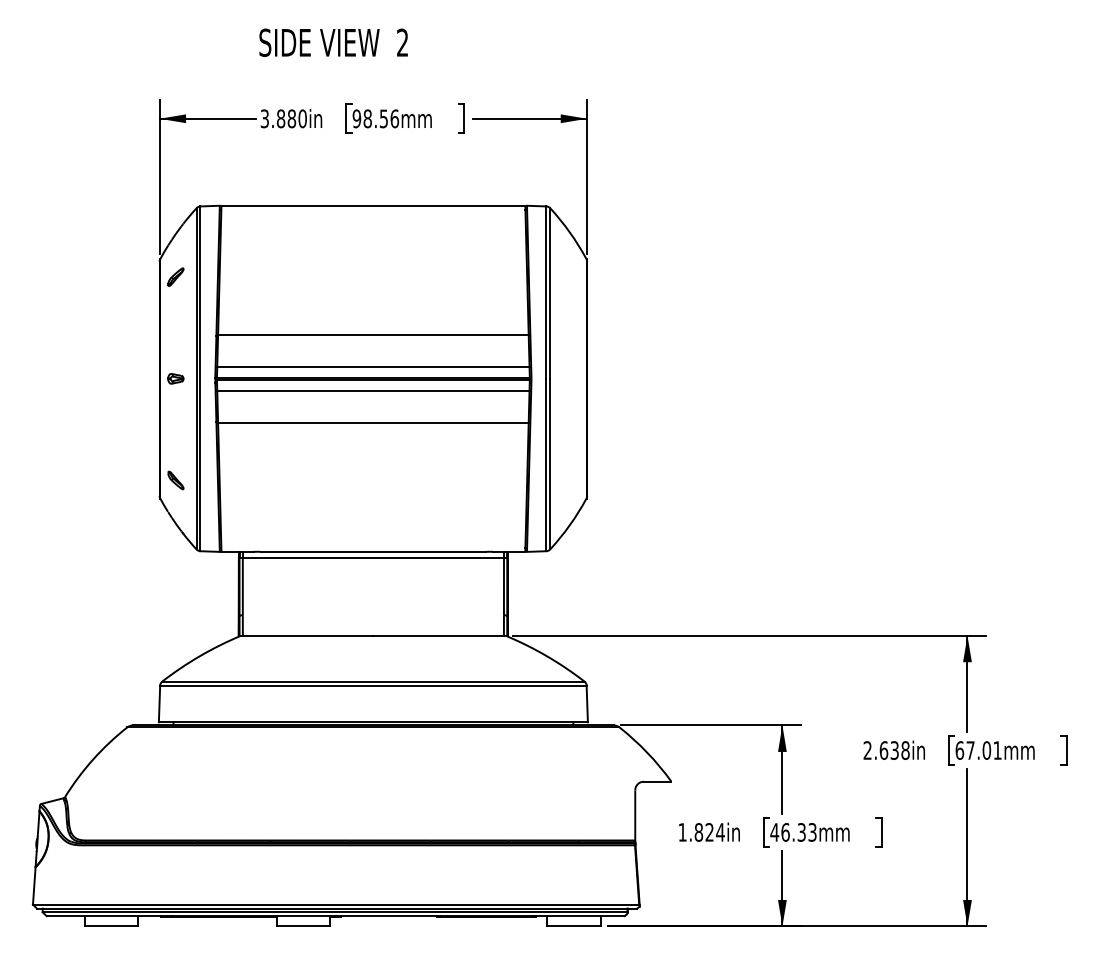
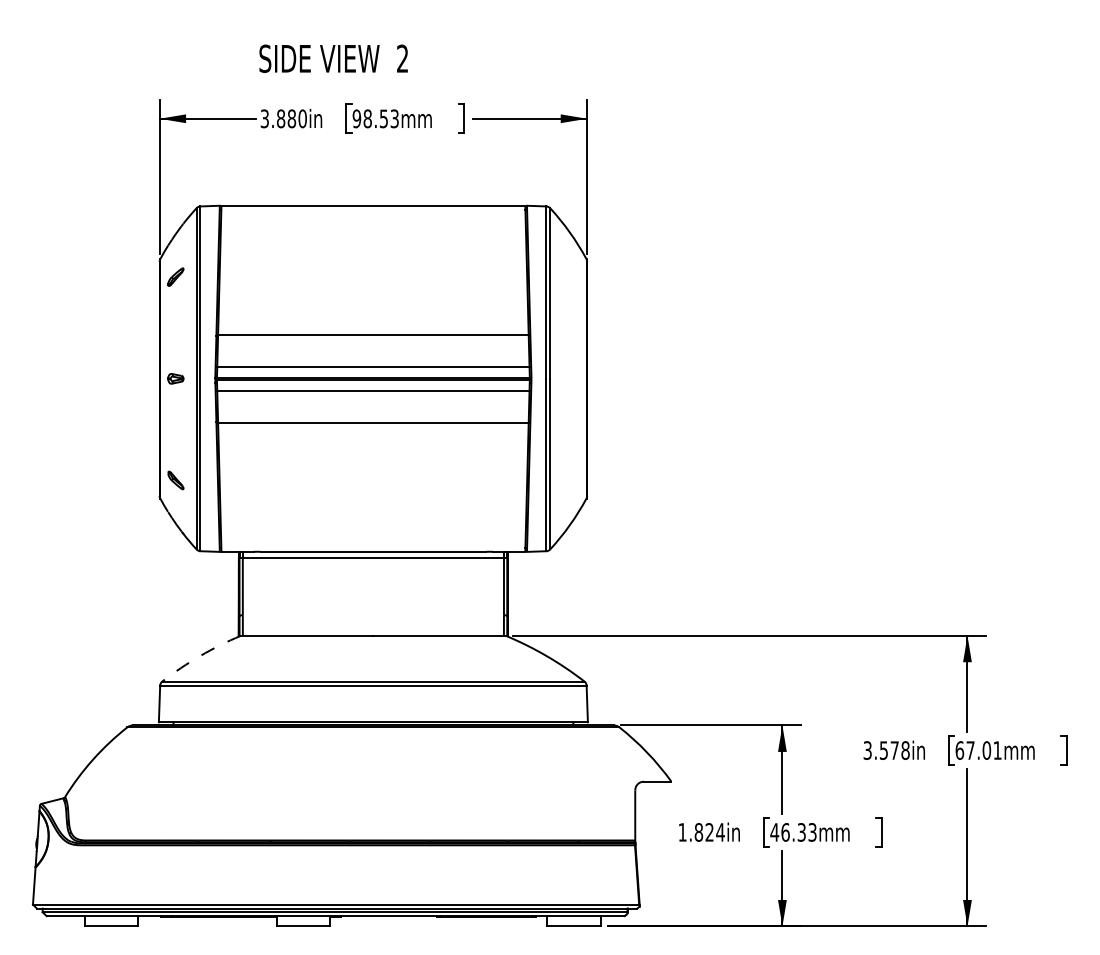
text at (333, 42) position: (333, 42) -> (333, 58)
text at (394, 118): 98.56mm -> 98.53mm
arc at (200, 656): solid -> dashed
text at (880, 750): 2.638in -> 3.578in
